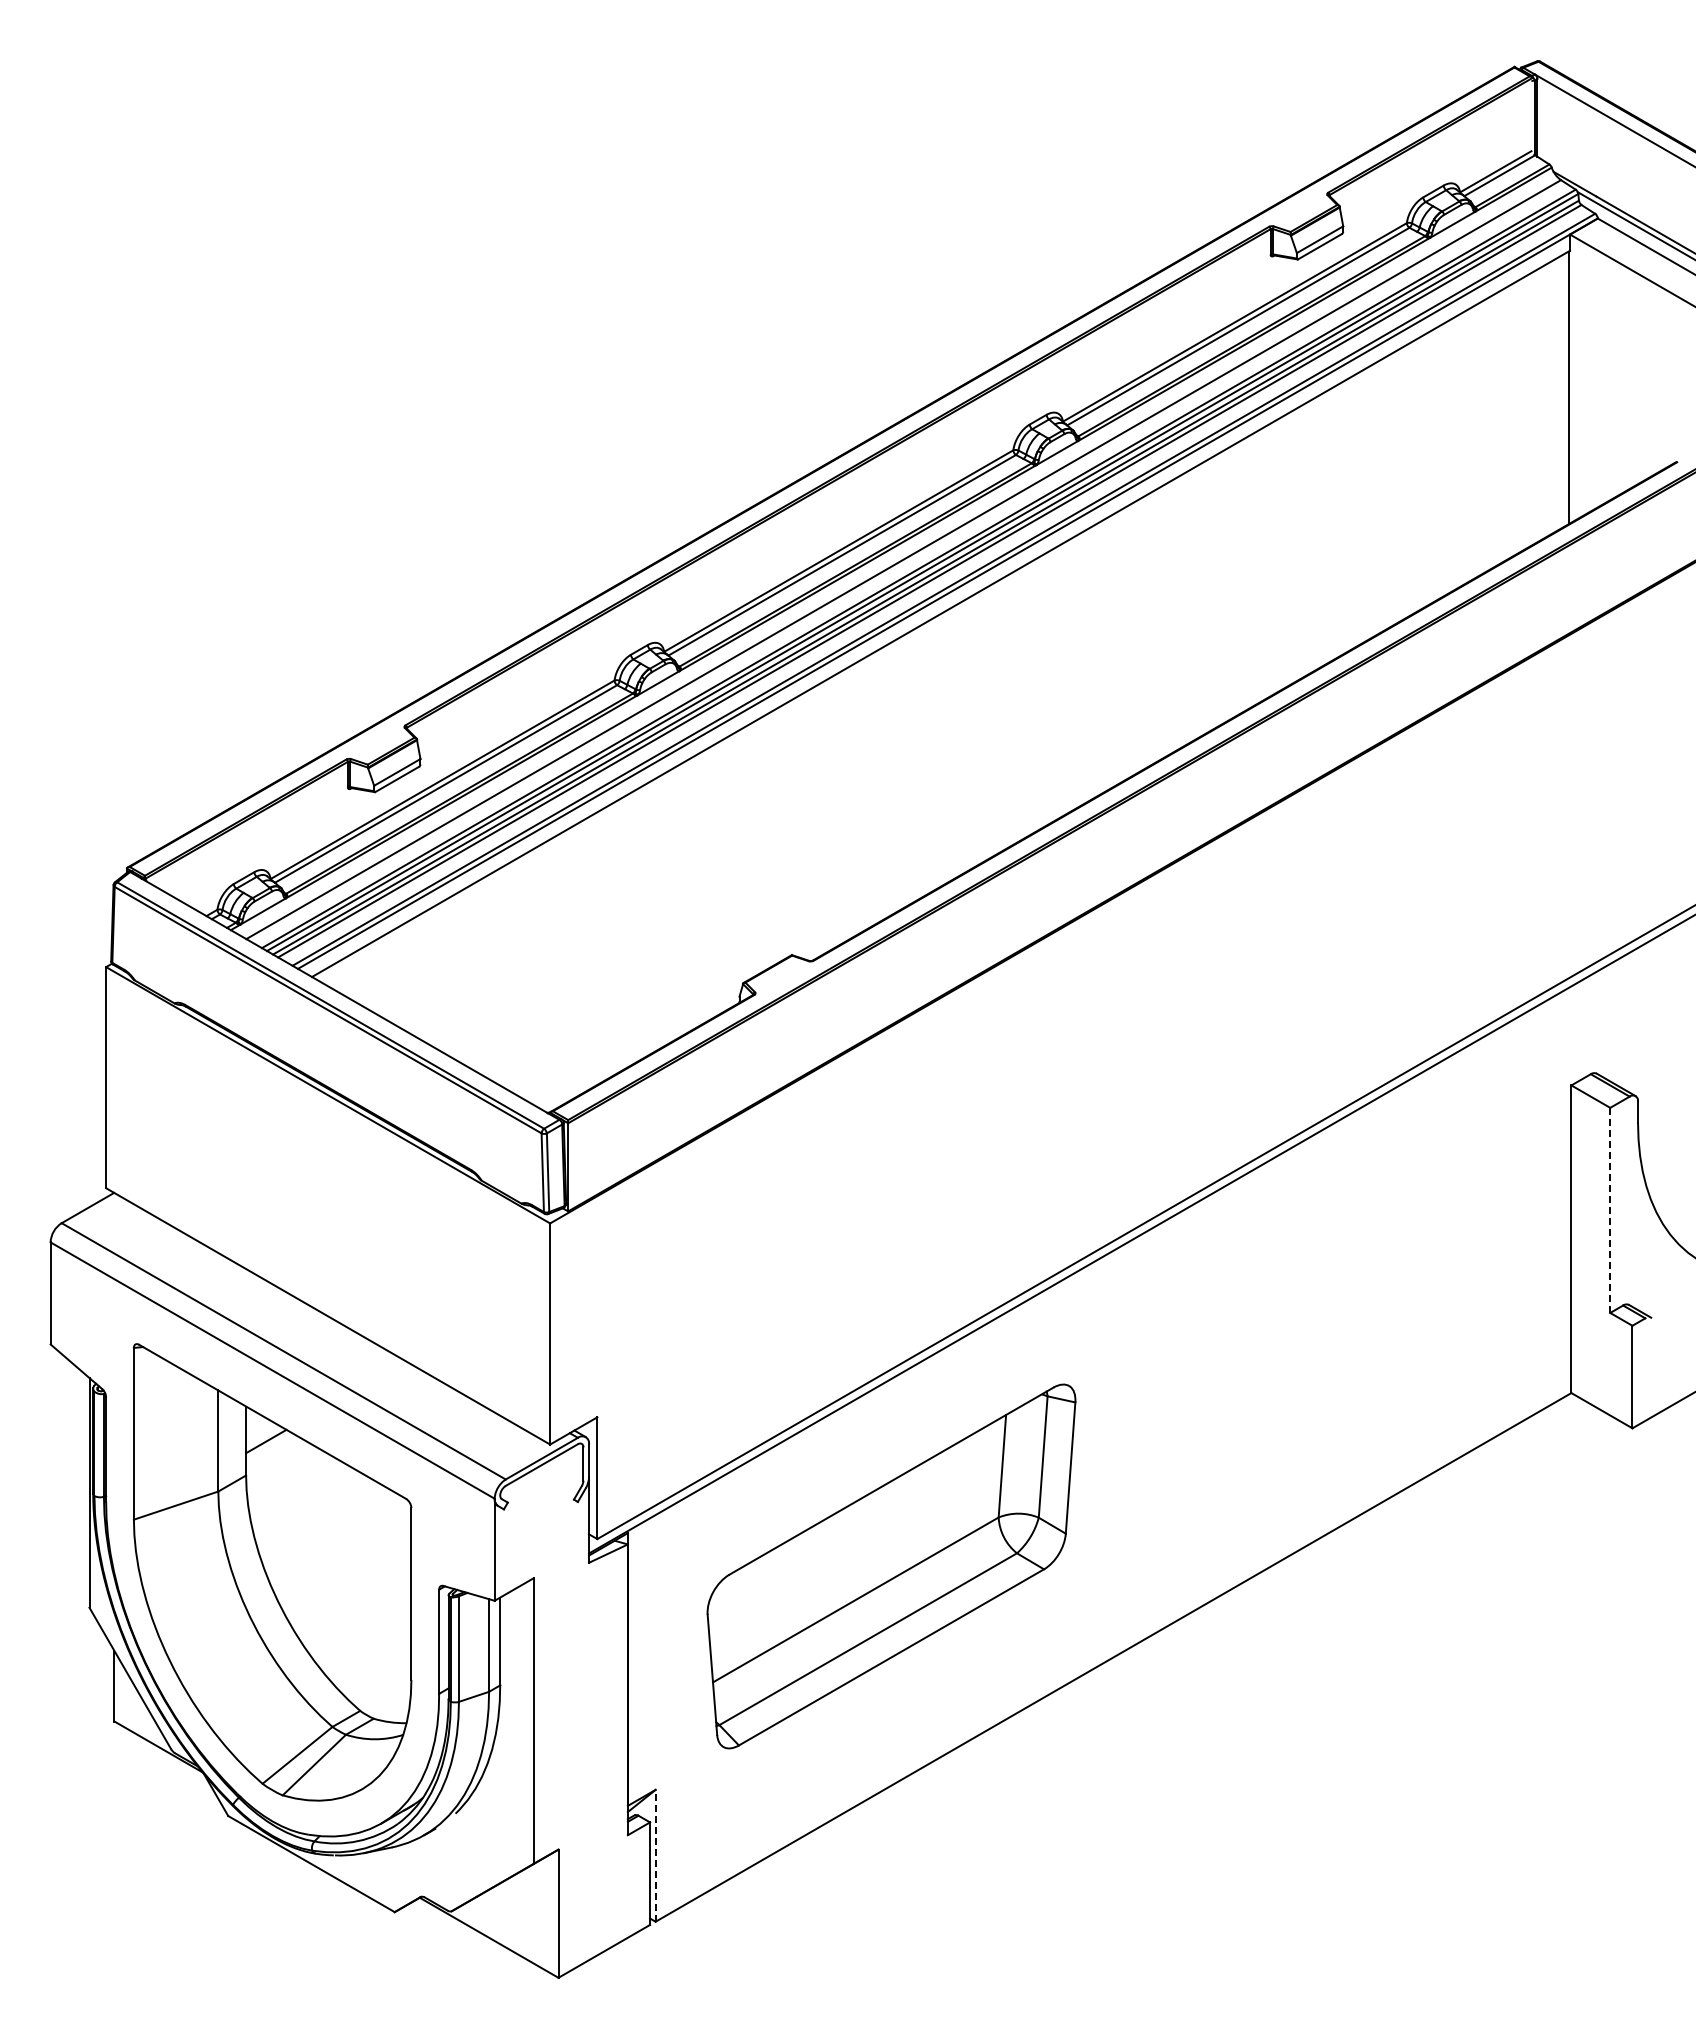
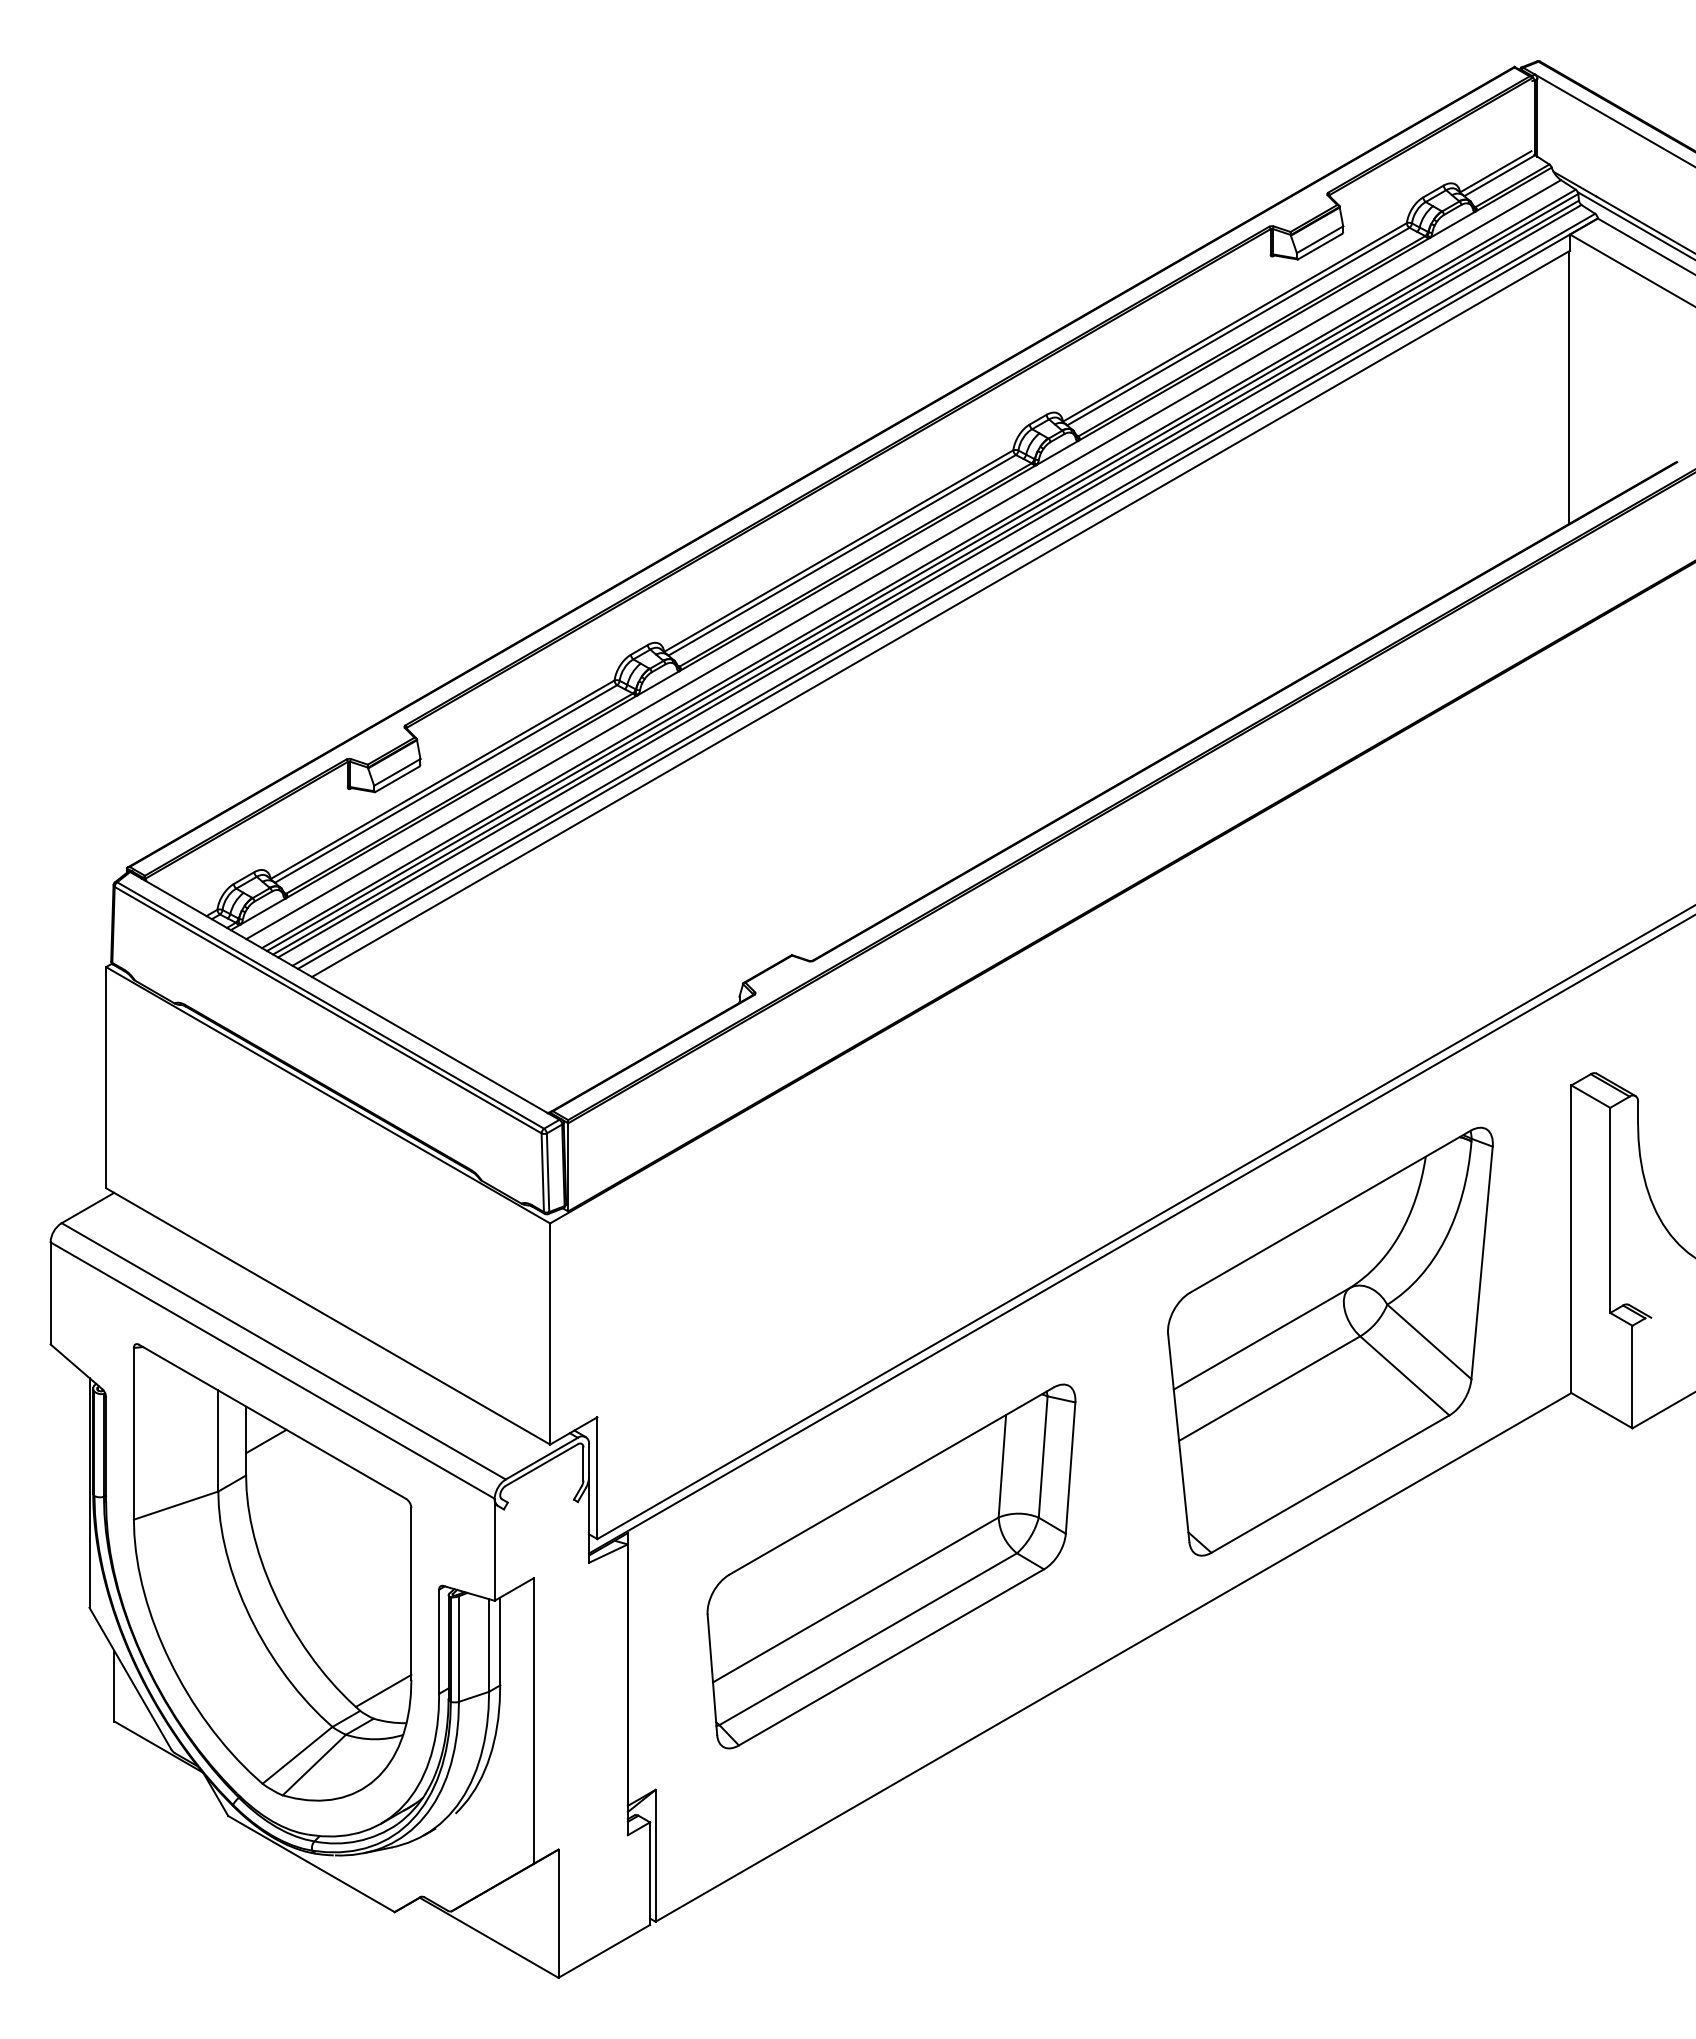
line at (1610, 1210): dashed -> solid
part at (1330, 1341): none -> present
line at (383, 1690): none -> present
line at (655, 1855): dashed -> solid
